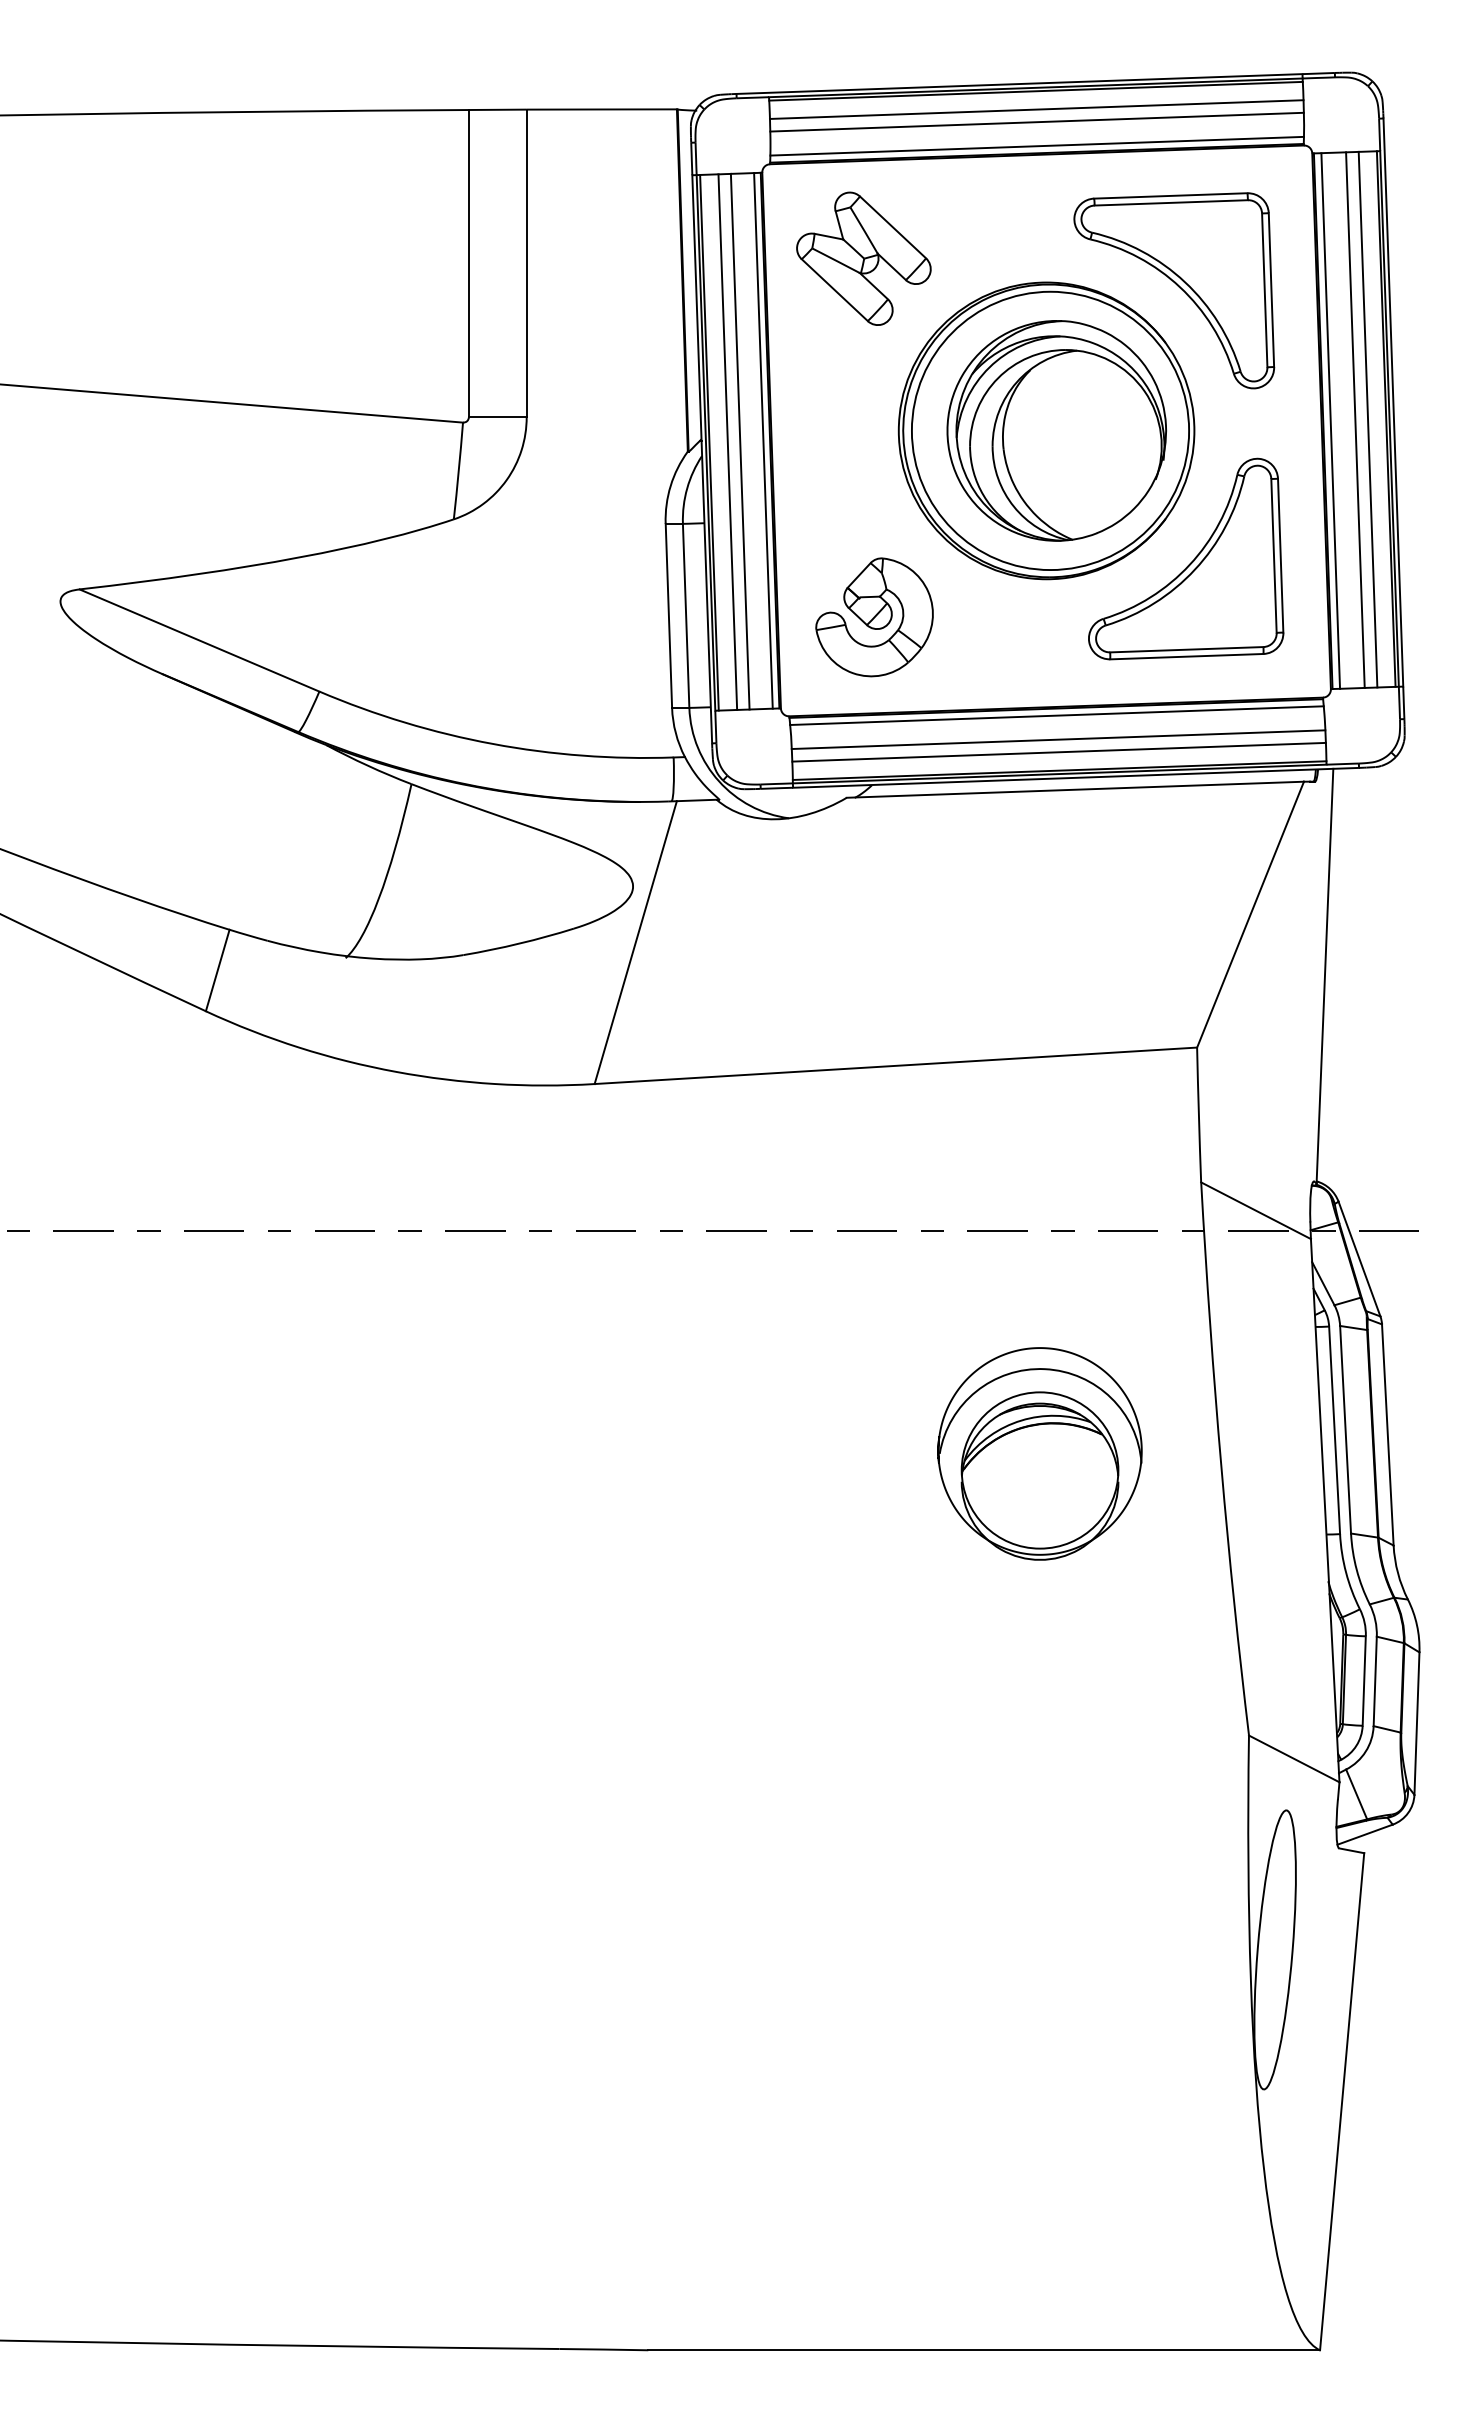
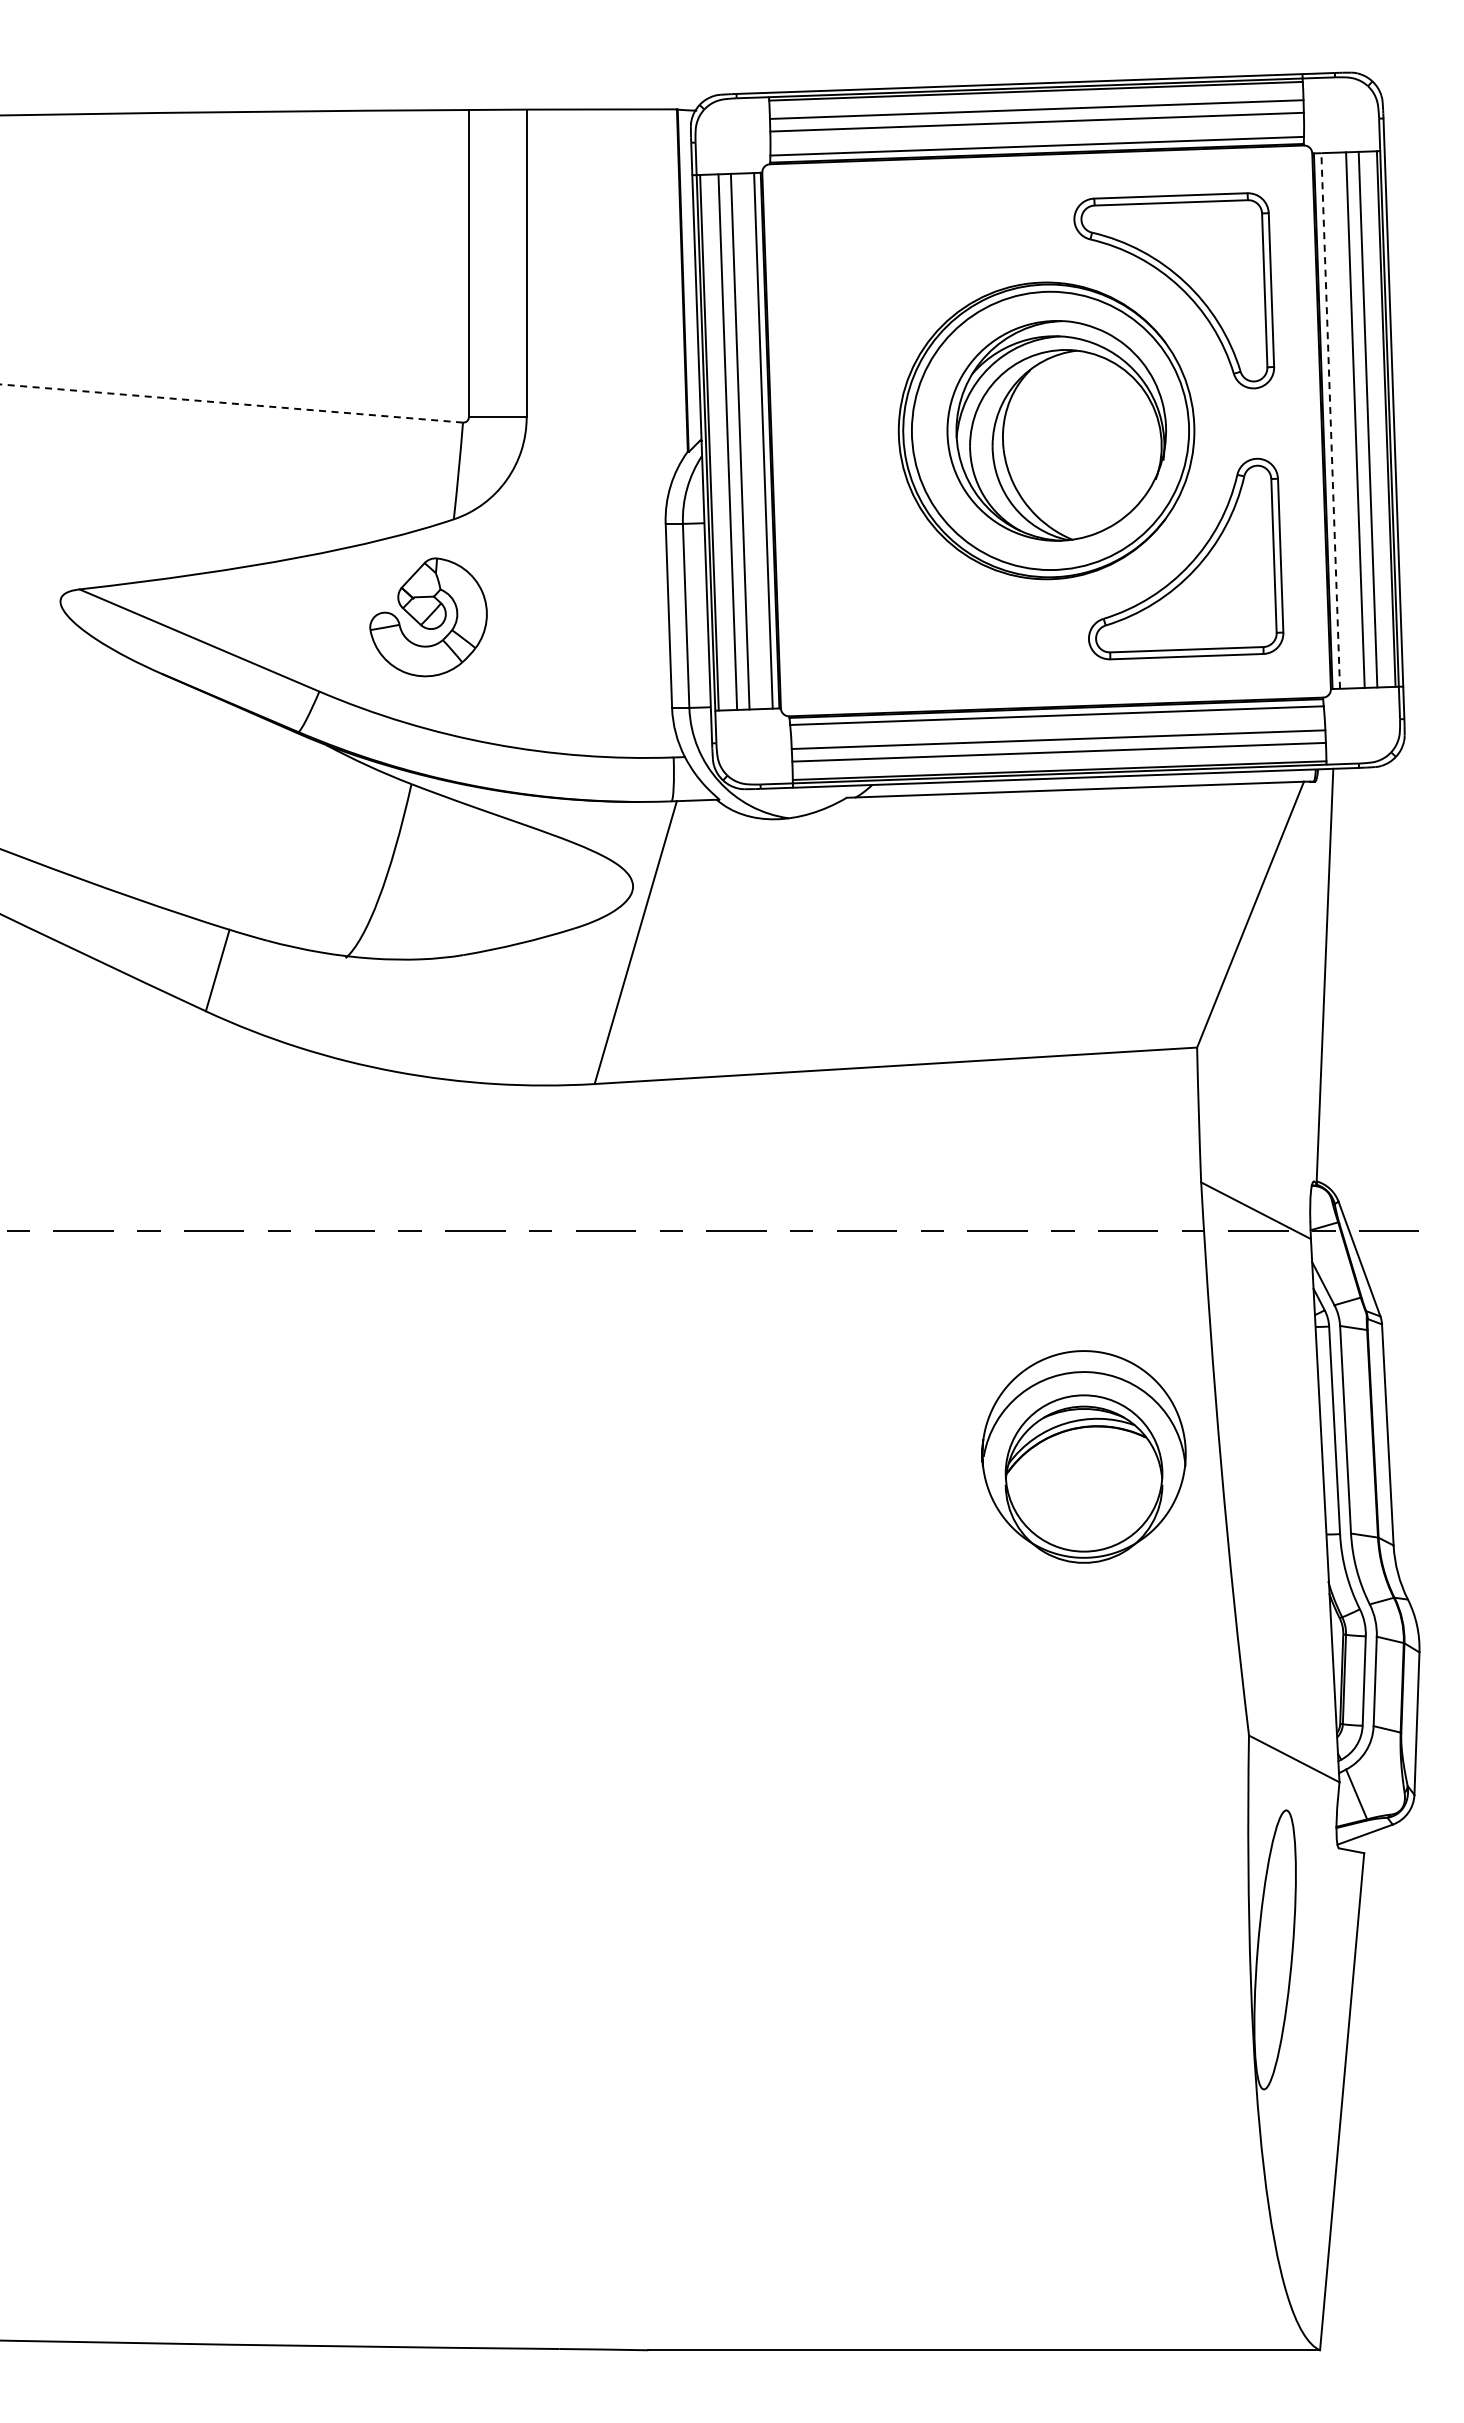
part at (863, 258): present -> none
line at (231, 403): solid -> dashed
line at (1330, 421): solid -> dashed
part at (874, 617) position: (874, 617) -> (428, 617)
part at (1039, 1453) position: (1039, 1453) -> (1083, 1456)
